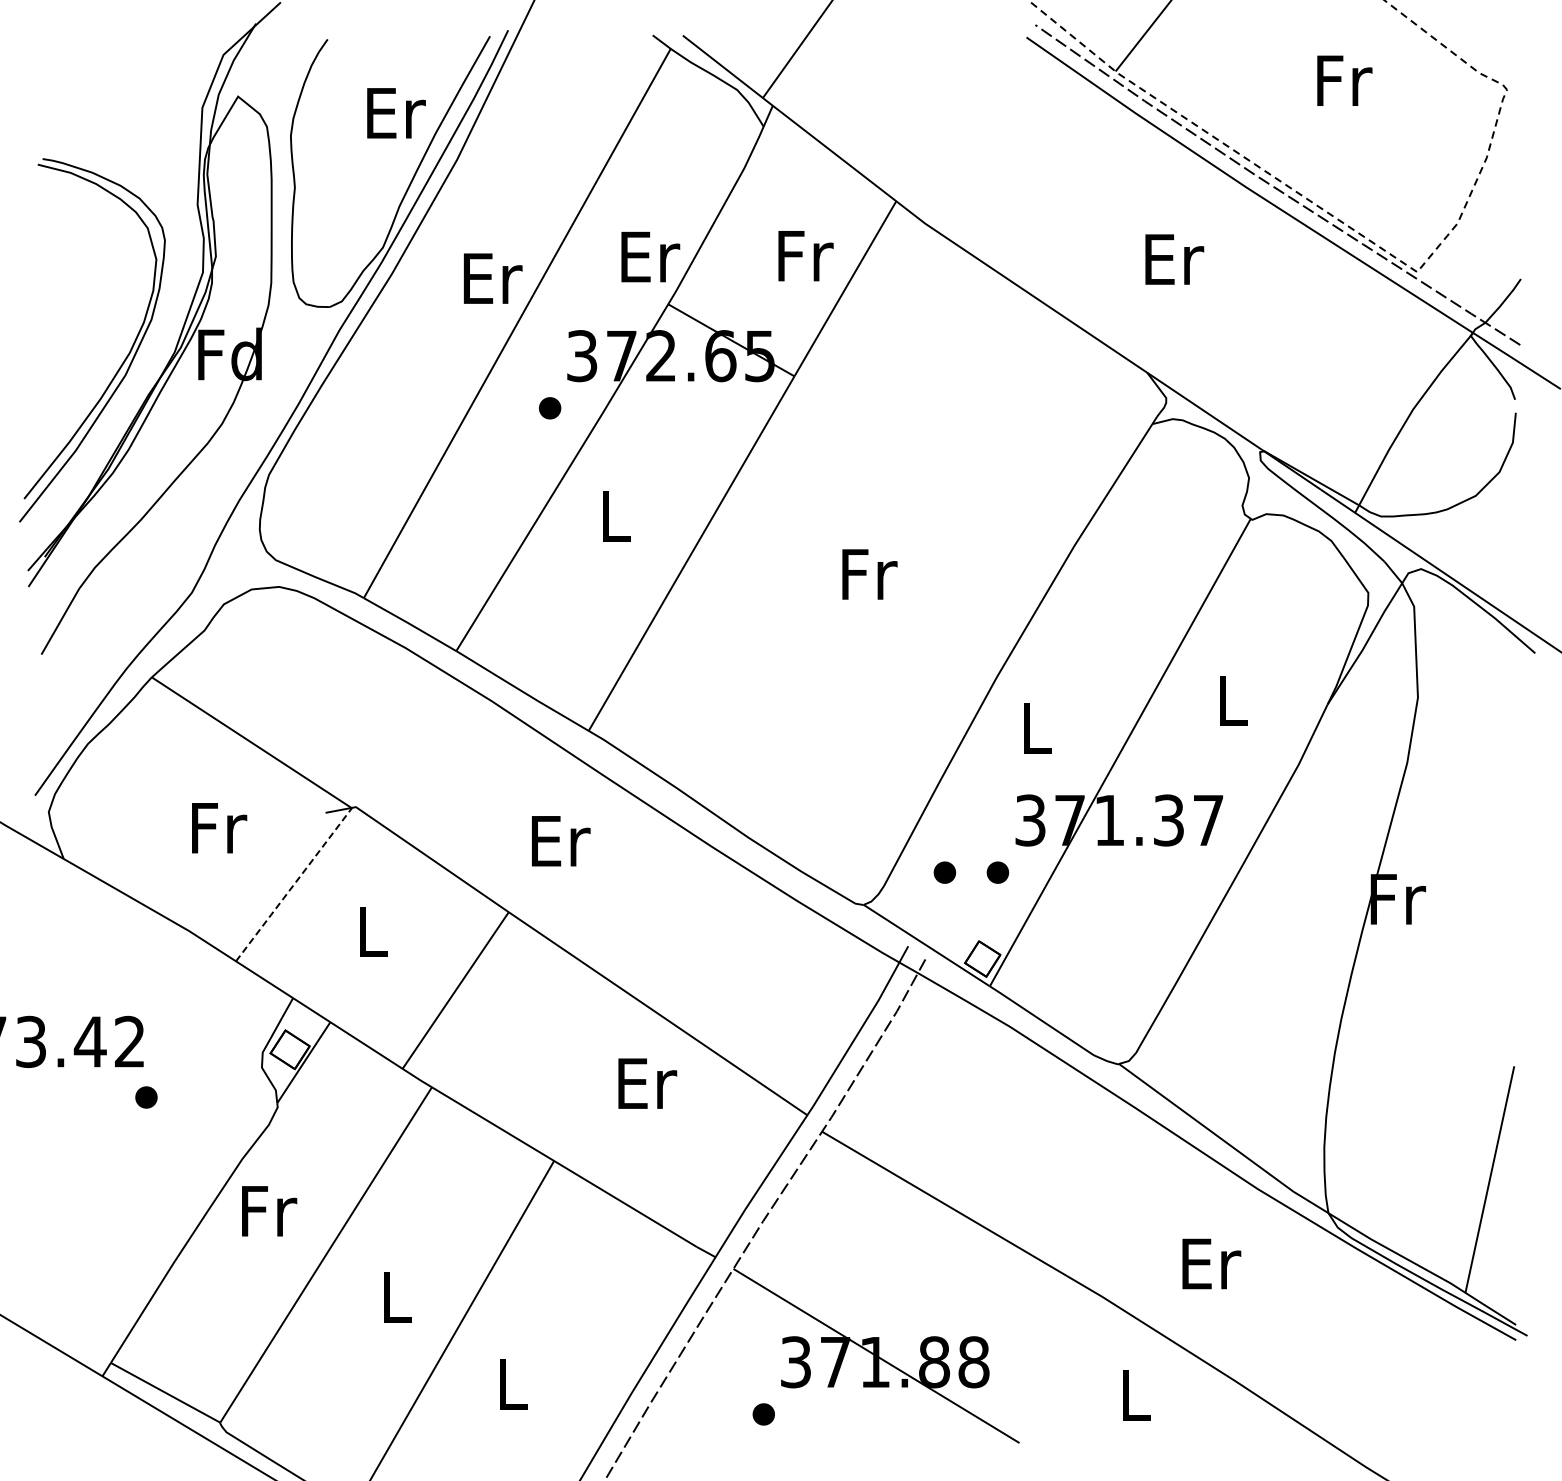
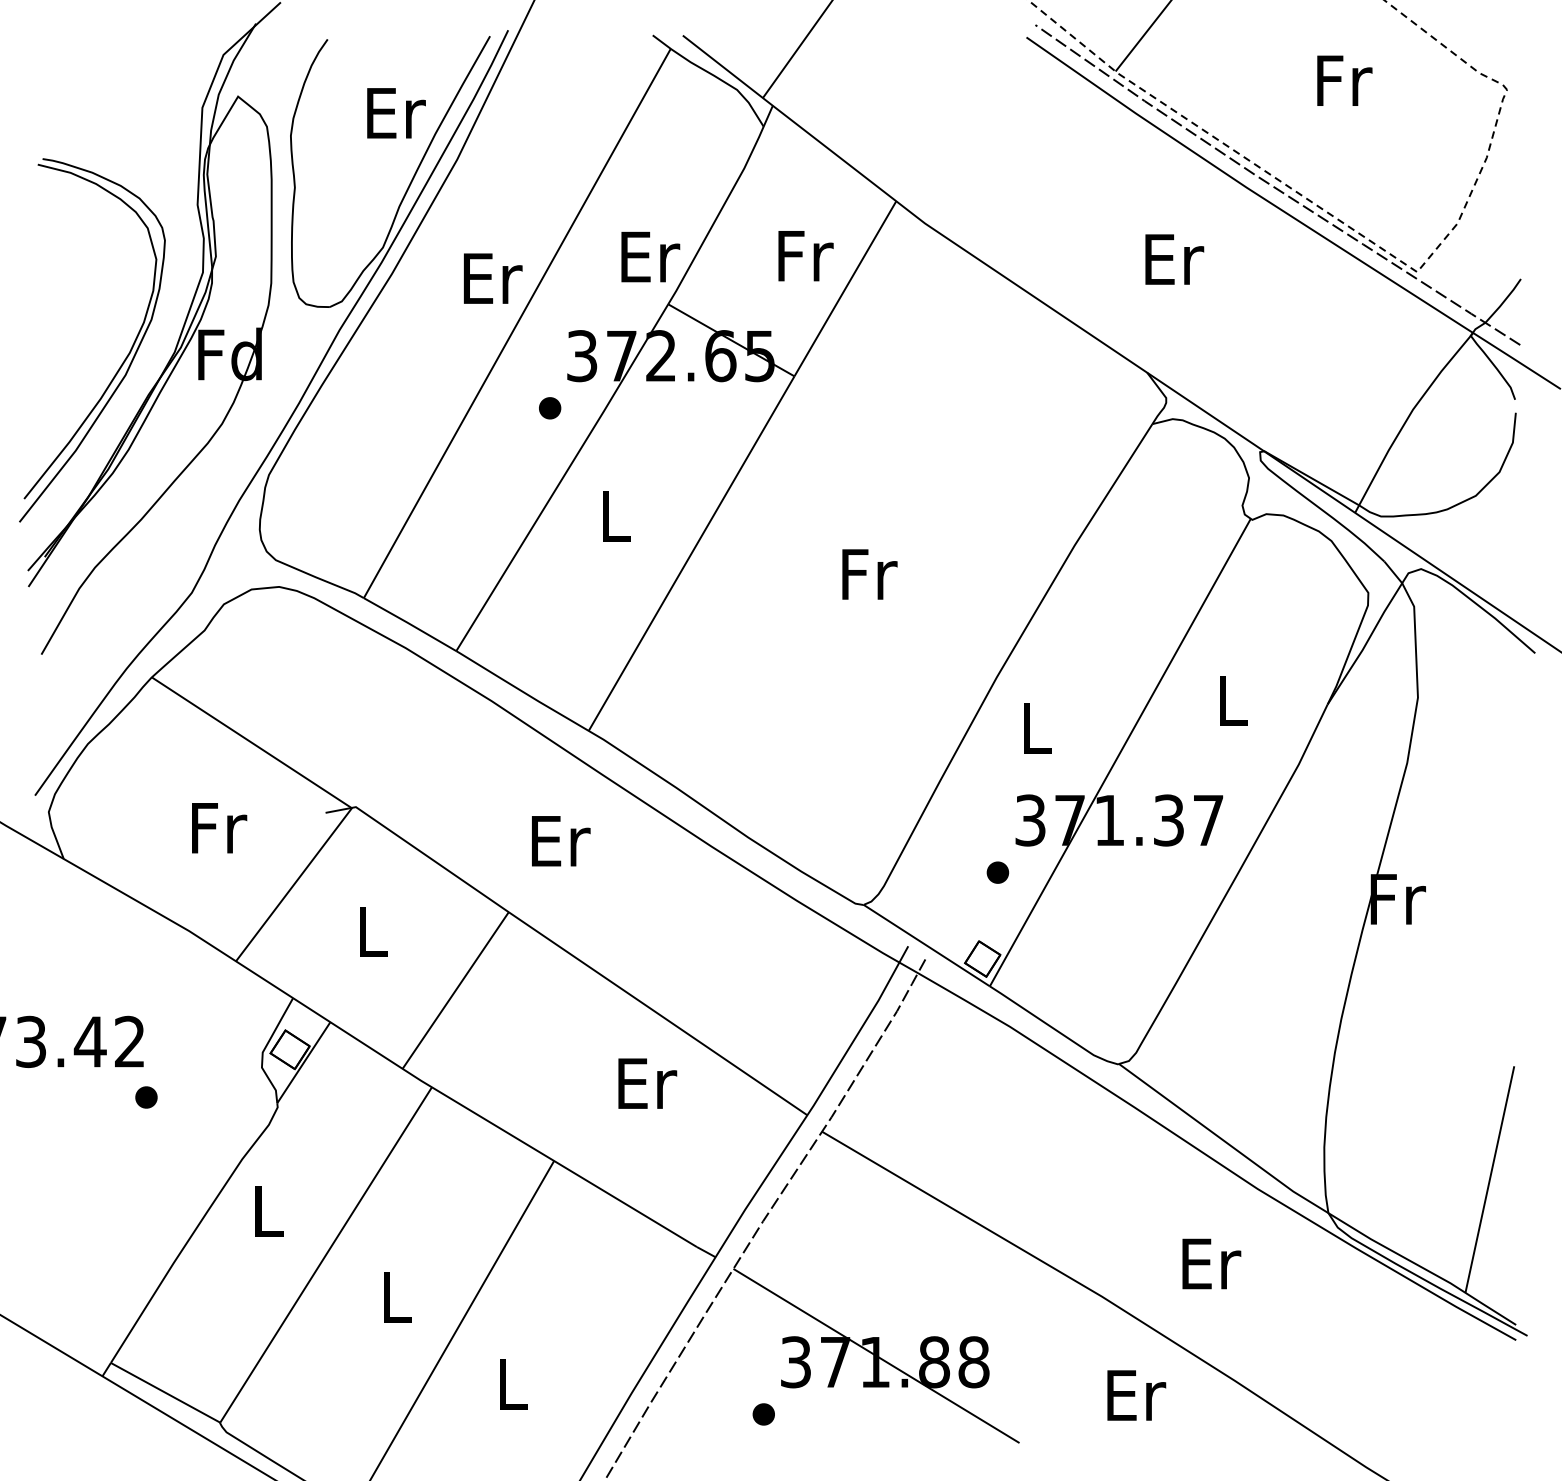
part at (944, 872): present -> none
line at (294, 884): dashed -> solid
text at (269, 1211): Fr -> L
text at (1136, 1395): L -> Er
